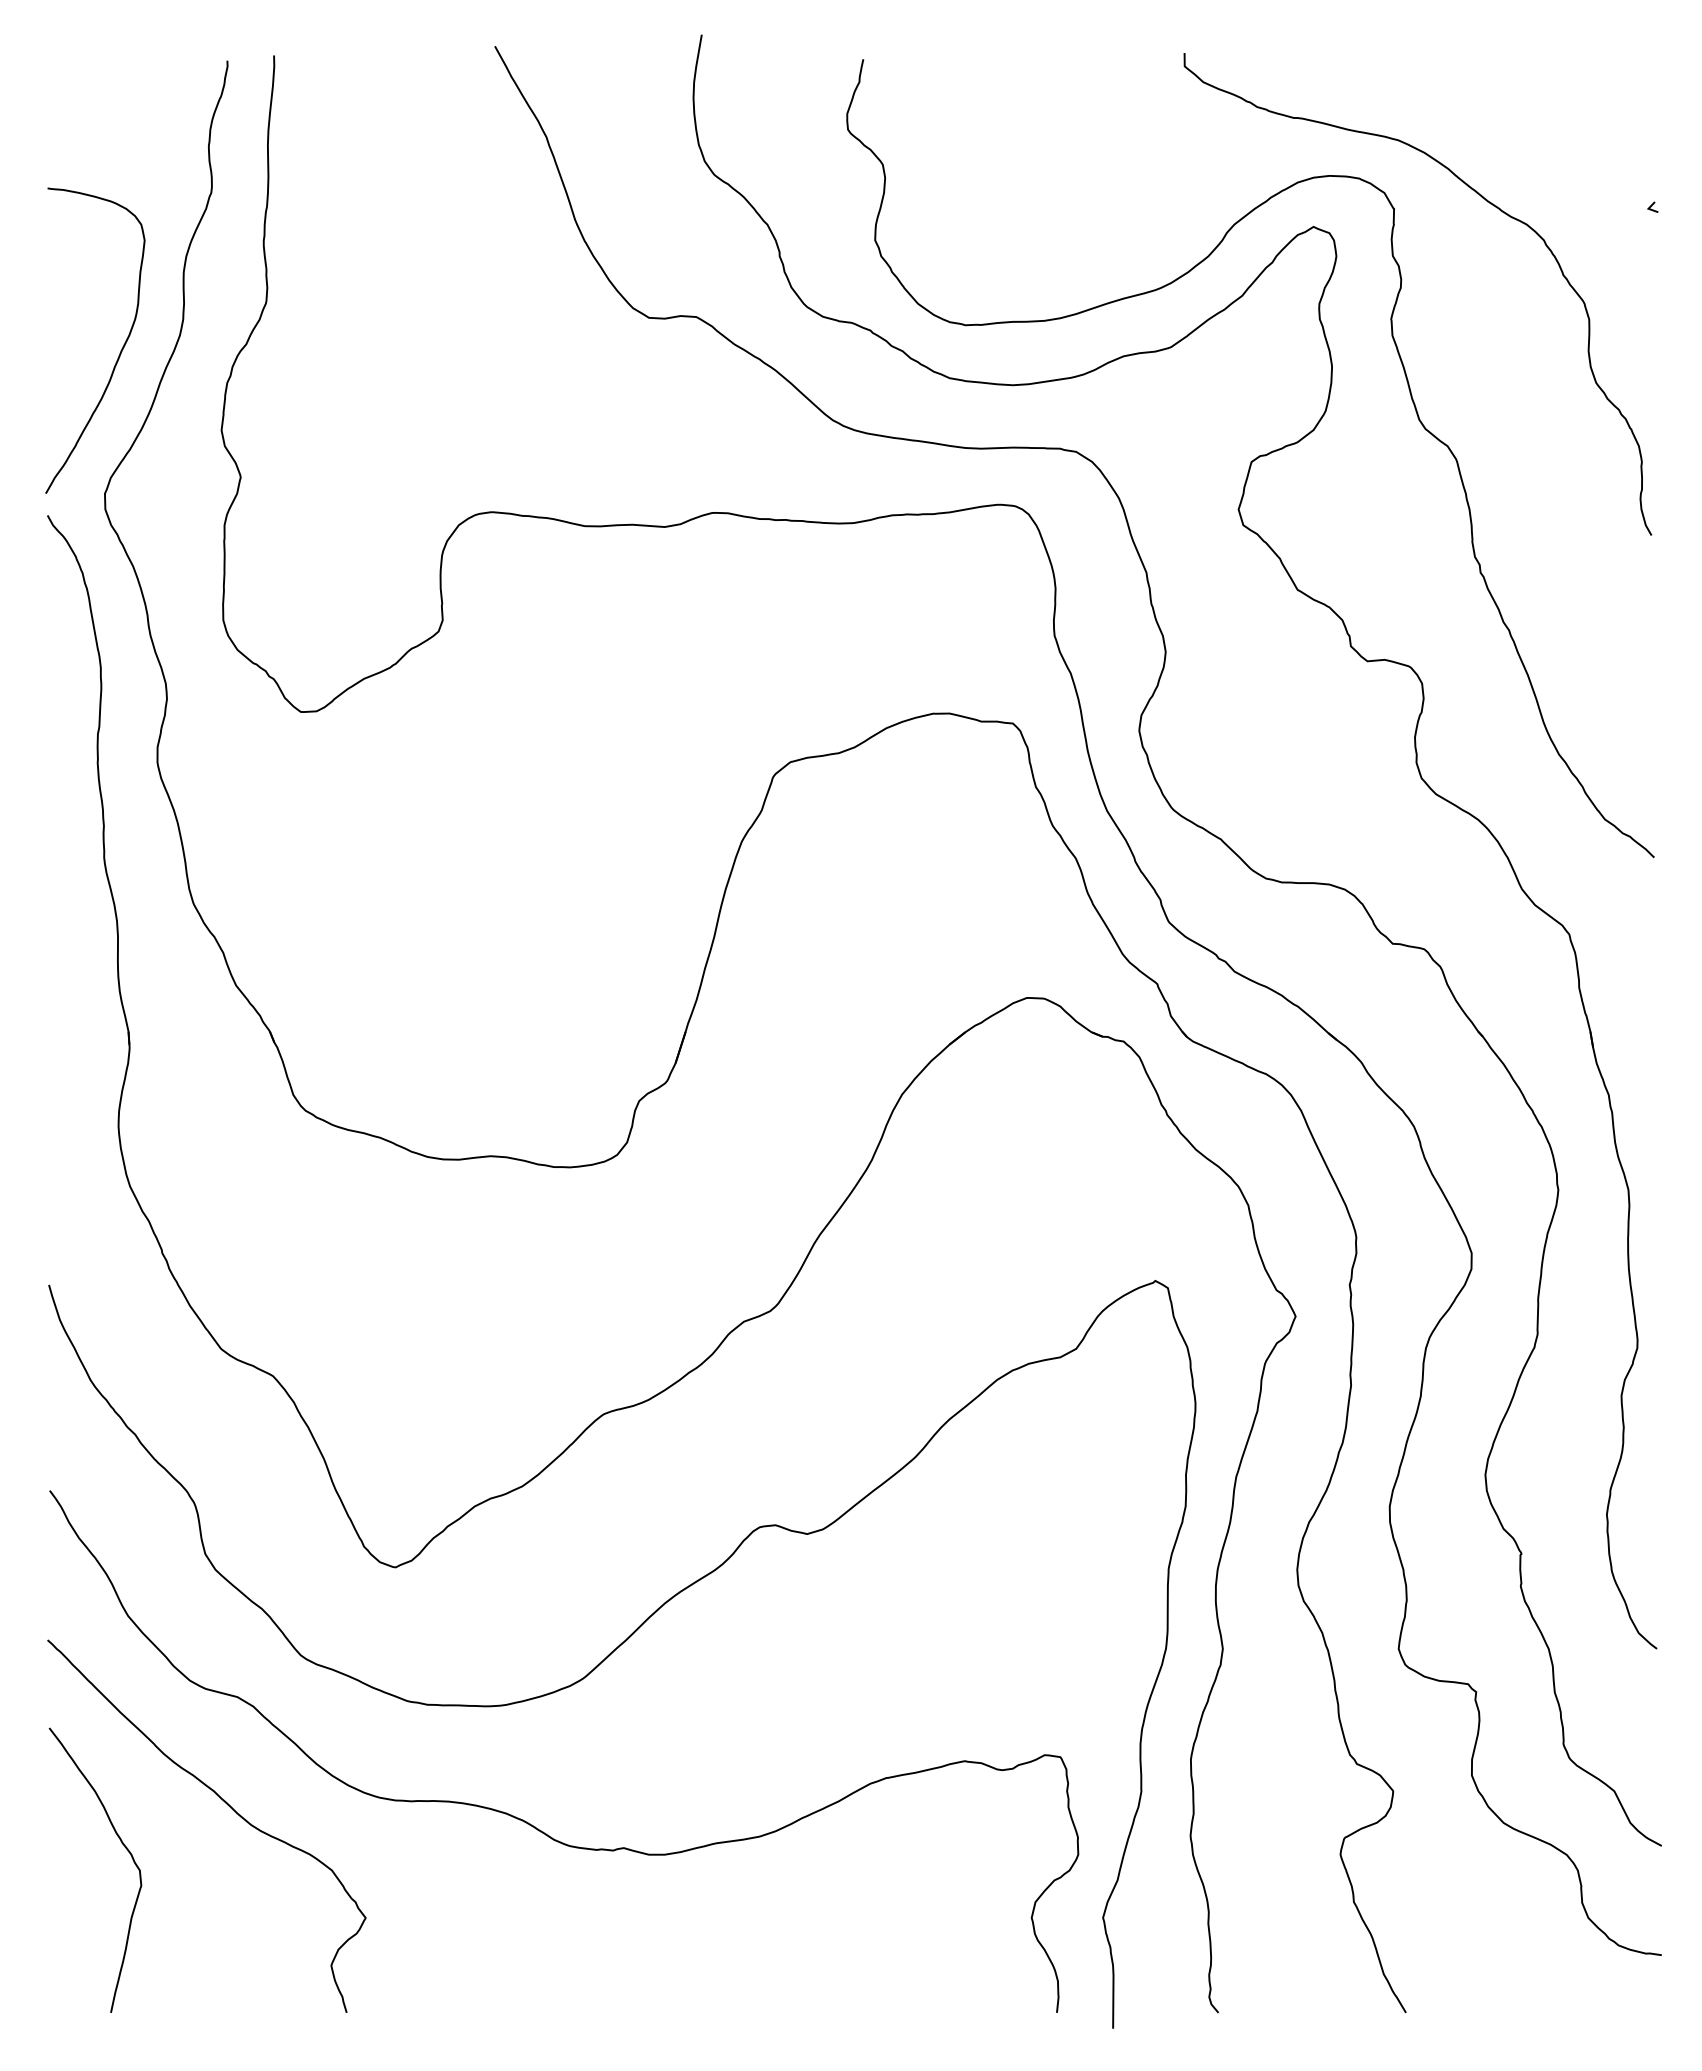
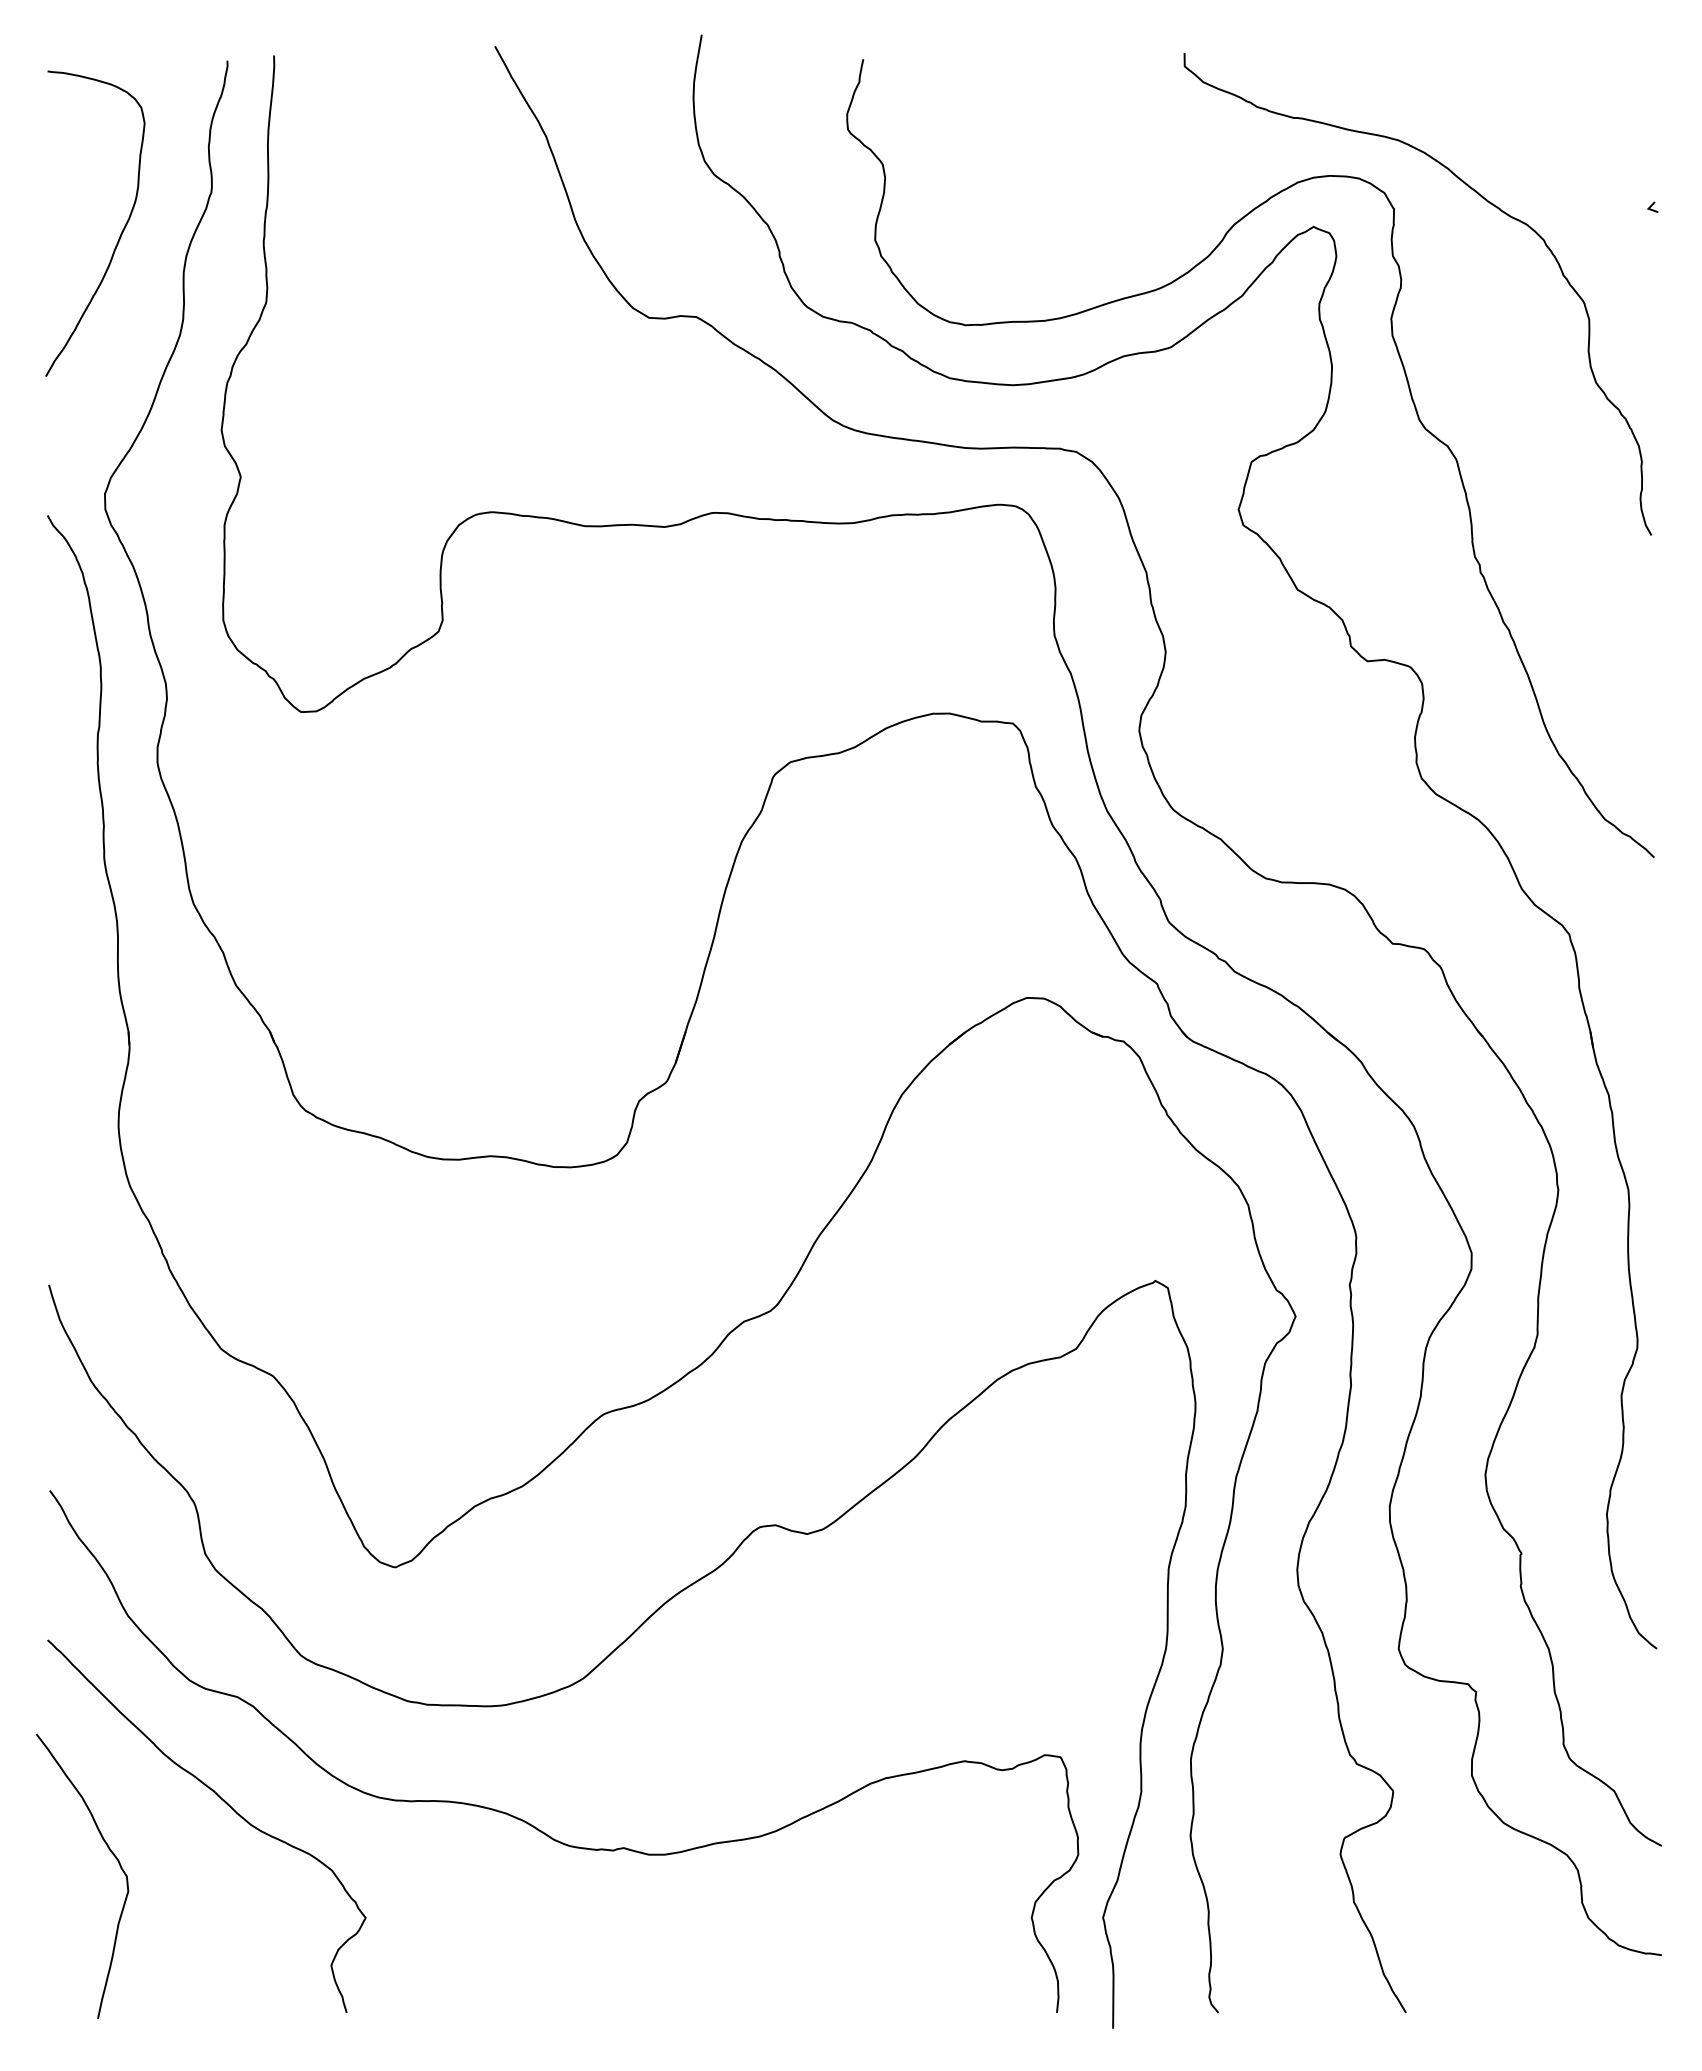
curve at (120, 350) position: (120, 350) -> (120, 233)
curve at (124, 1847) position: (124, 1847) -> (111, 1853)
